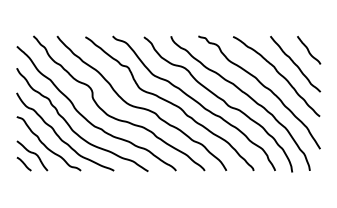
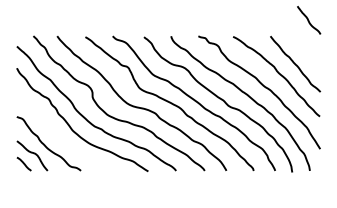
curve at (309, 50) position: (309, 50) -> (309, 20)
curve at (58, 134): present -> none
